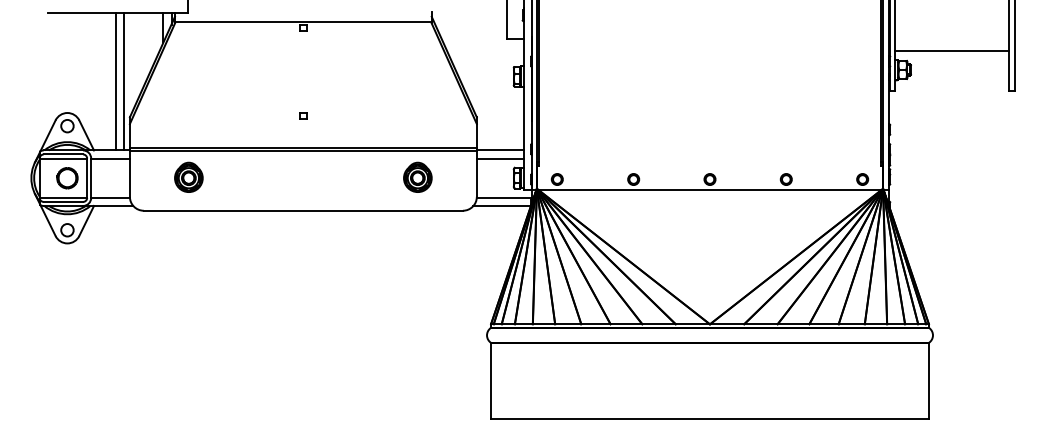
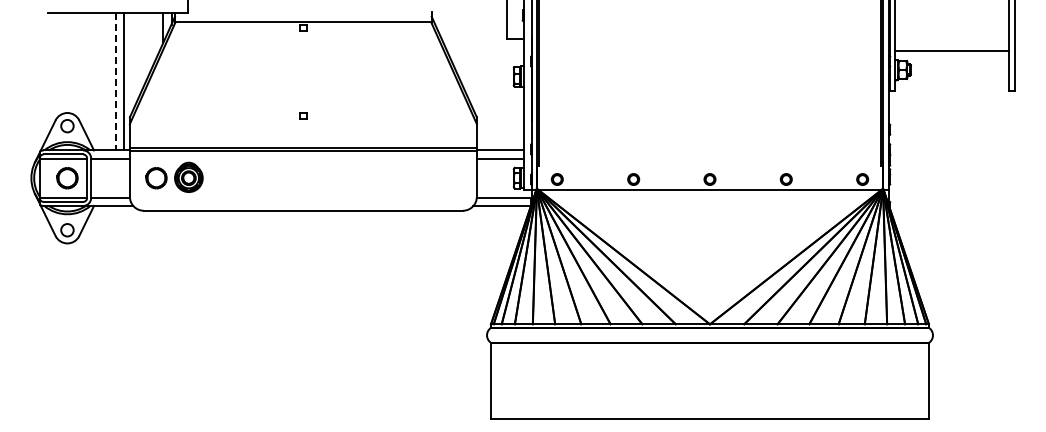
line at (116, 81): solid -> dashed
part at (417, 176): present -> none
part at (156, 178): none -> present
